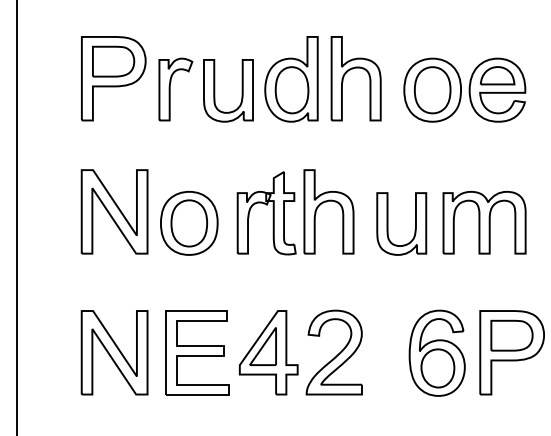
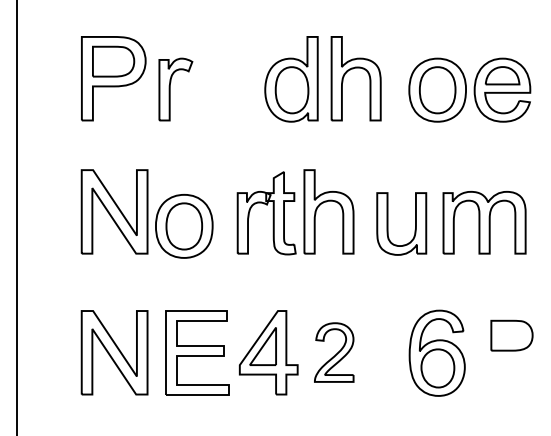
part at (464, 89) position: (464, 89) -> (469, 89)
part at (215, 90): present -> none
part at (189, 223) position: (189, 223) -> (184, 226)
part at (333, 352) size: 58x87 px -> 41x61 px
part at (511, 352): present -> none
